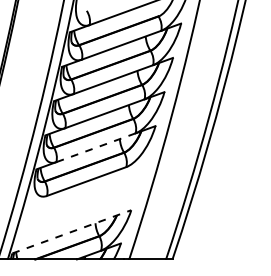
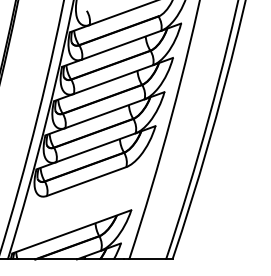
line at (95, 147): dashed -> solid
line at (72, 231): dashed -> solid
